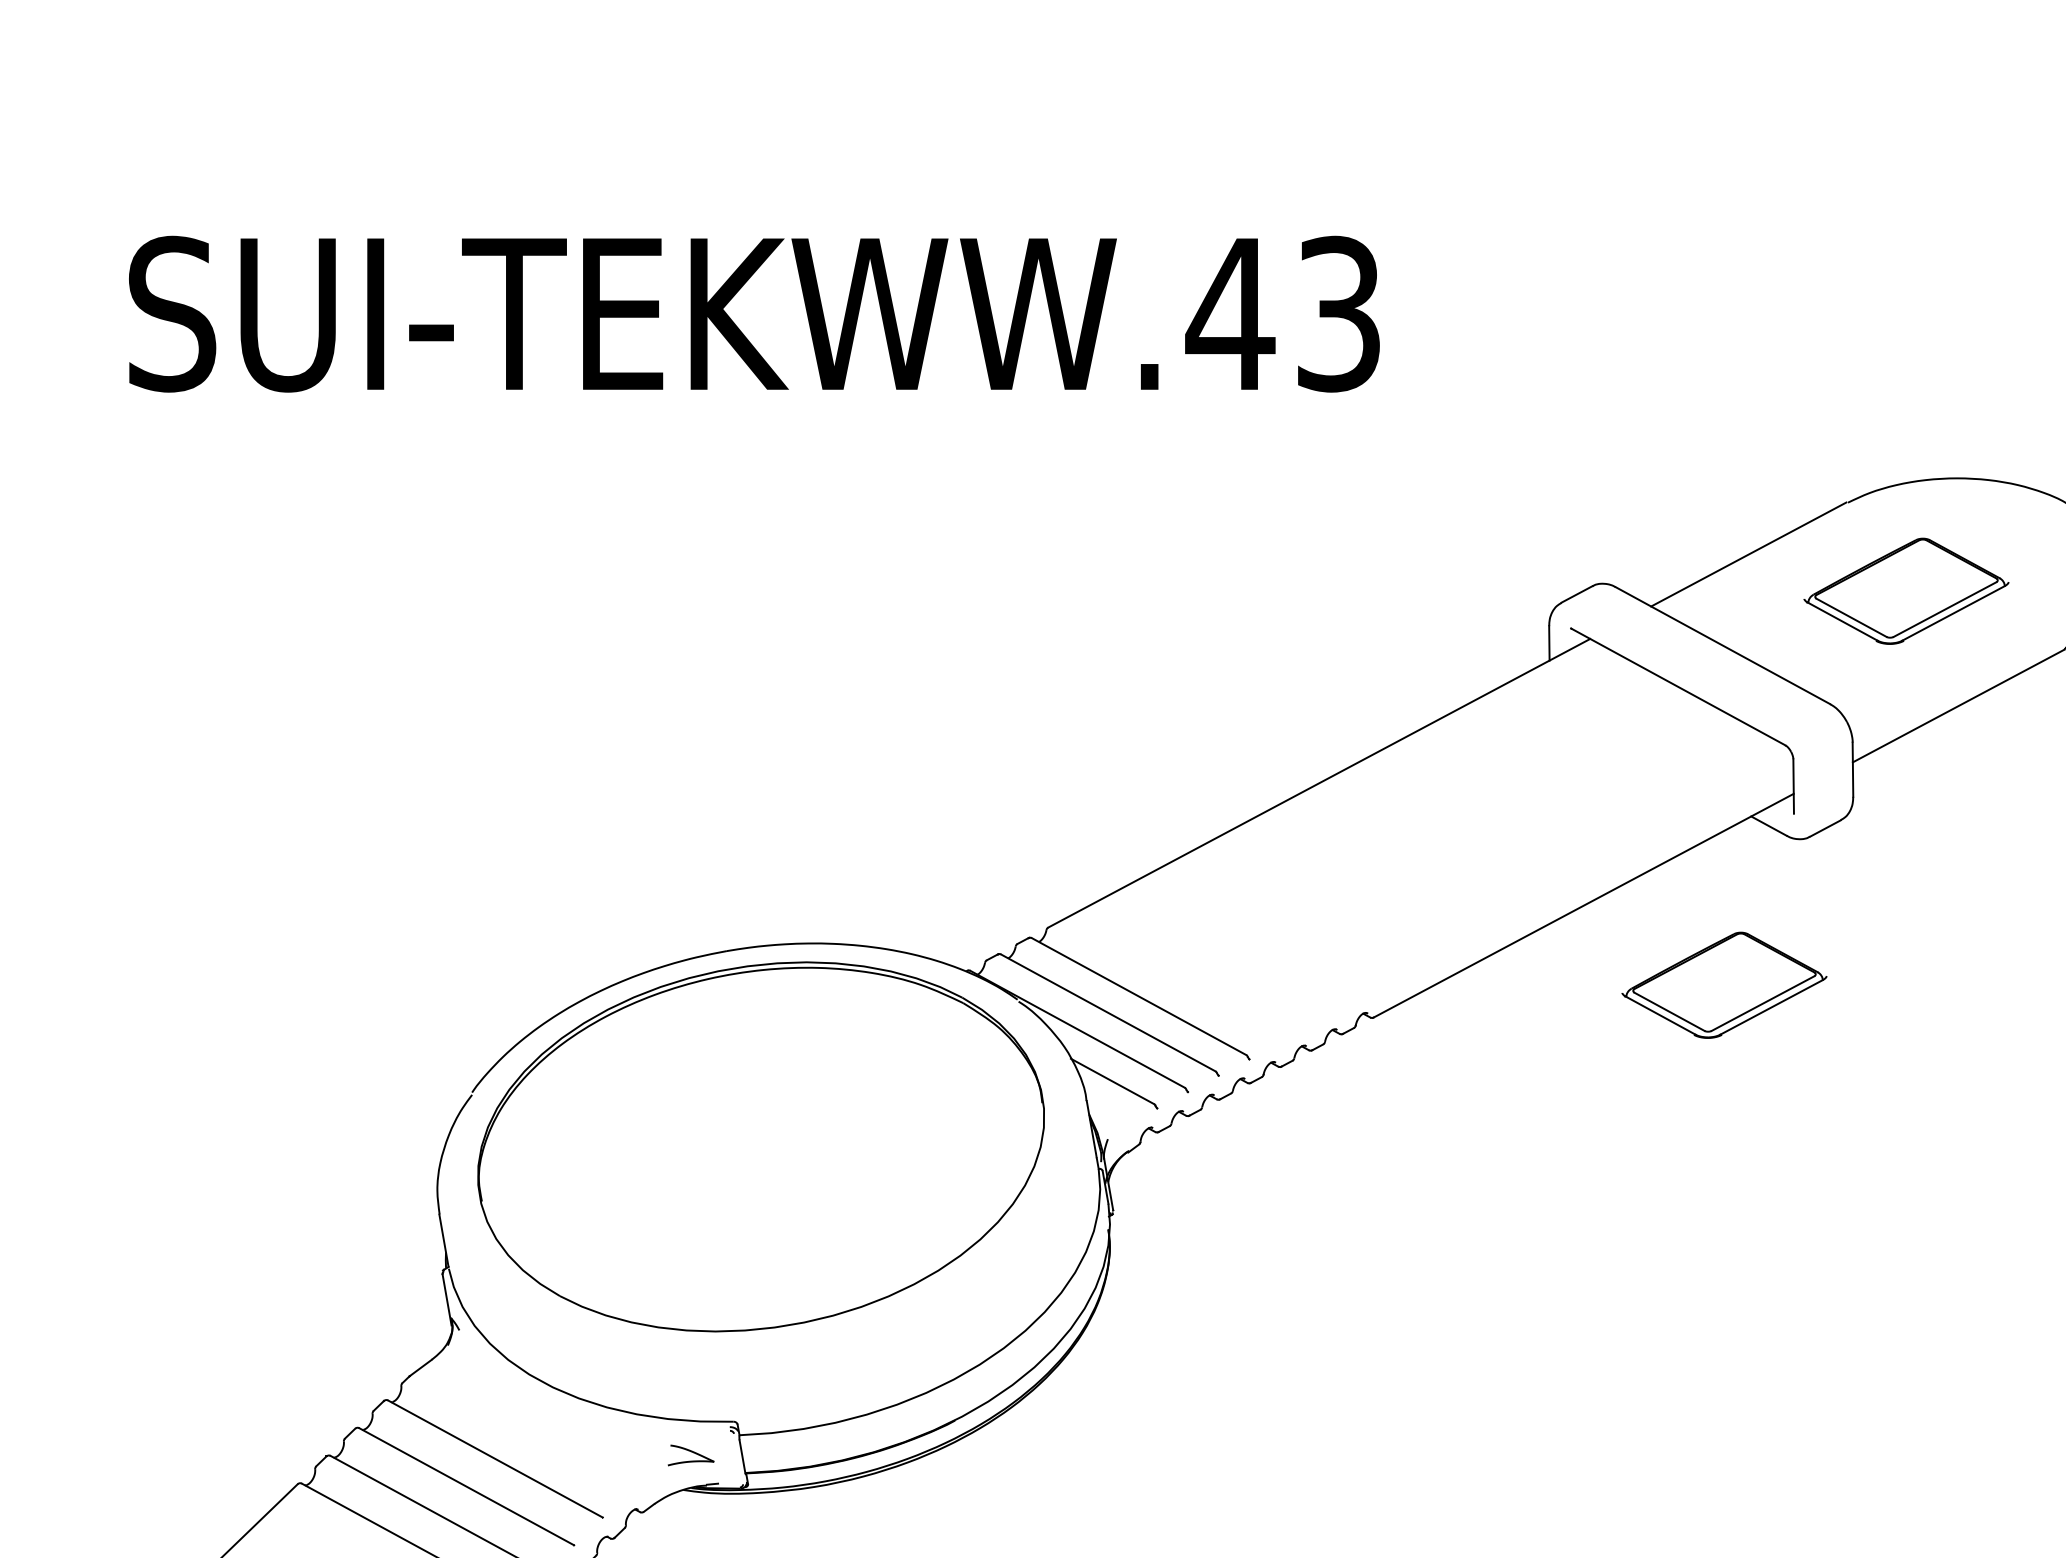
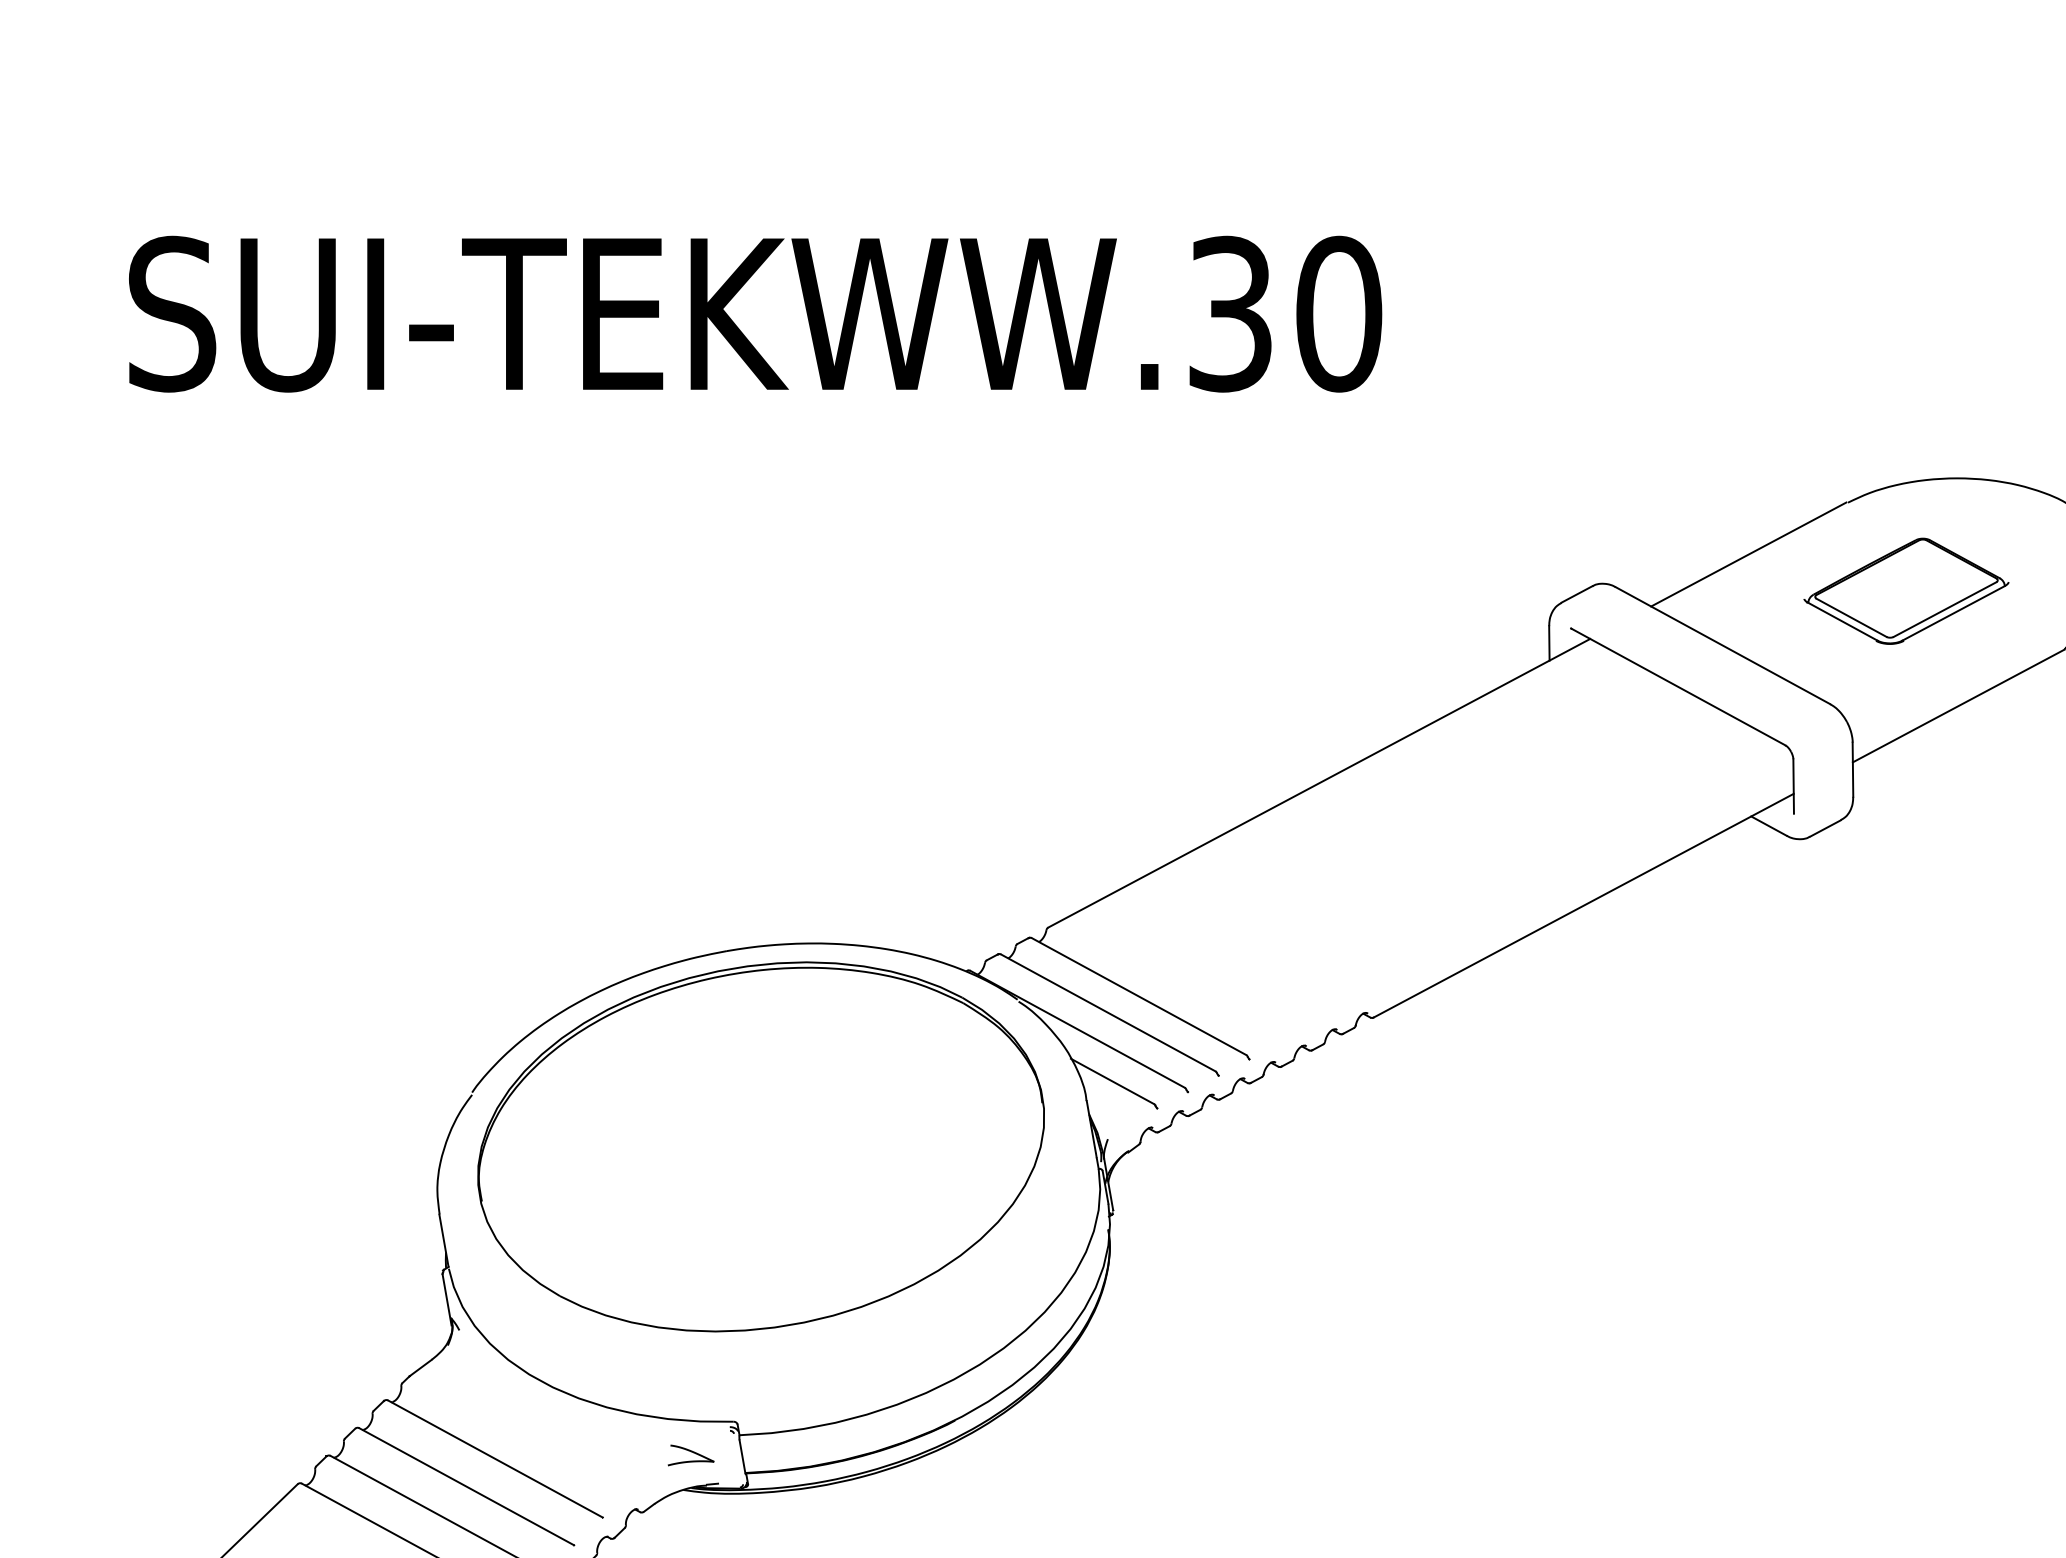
text at (1283, 313): SUI-TEKWW.43 -> SUI-TEKWW.30
part at (1724, 984): present -> none
